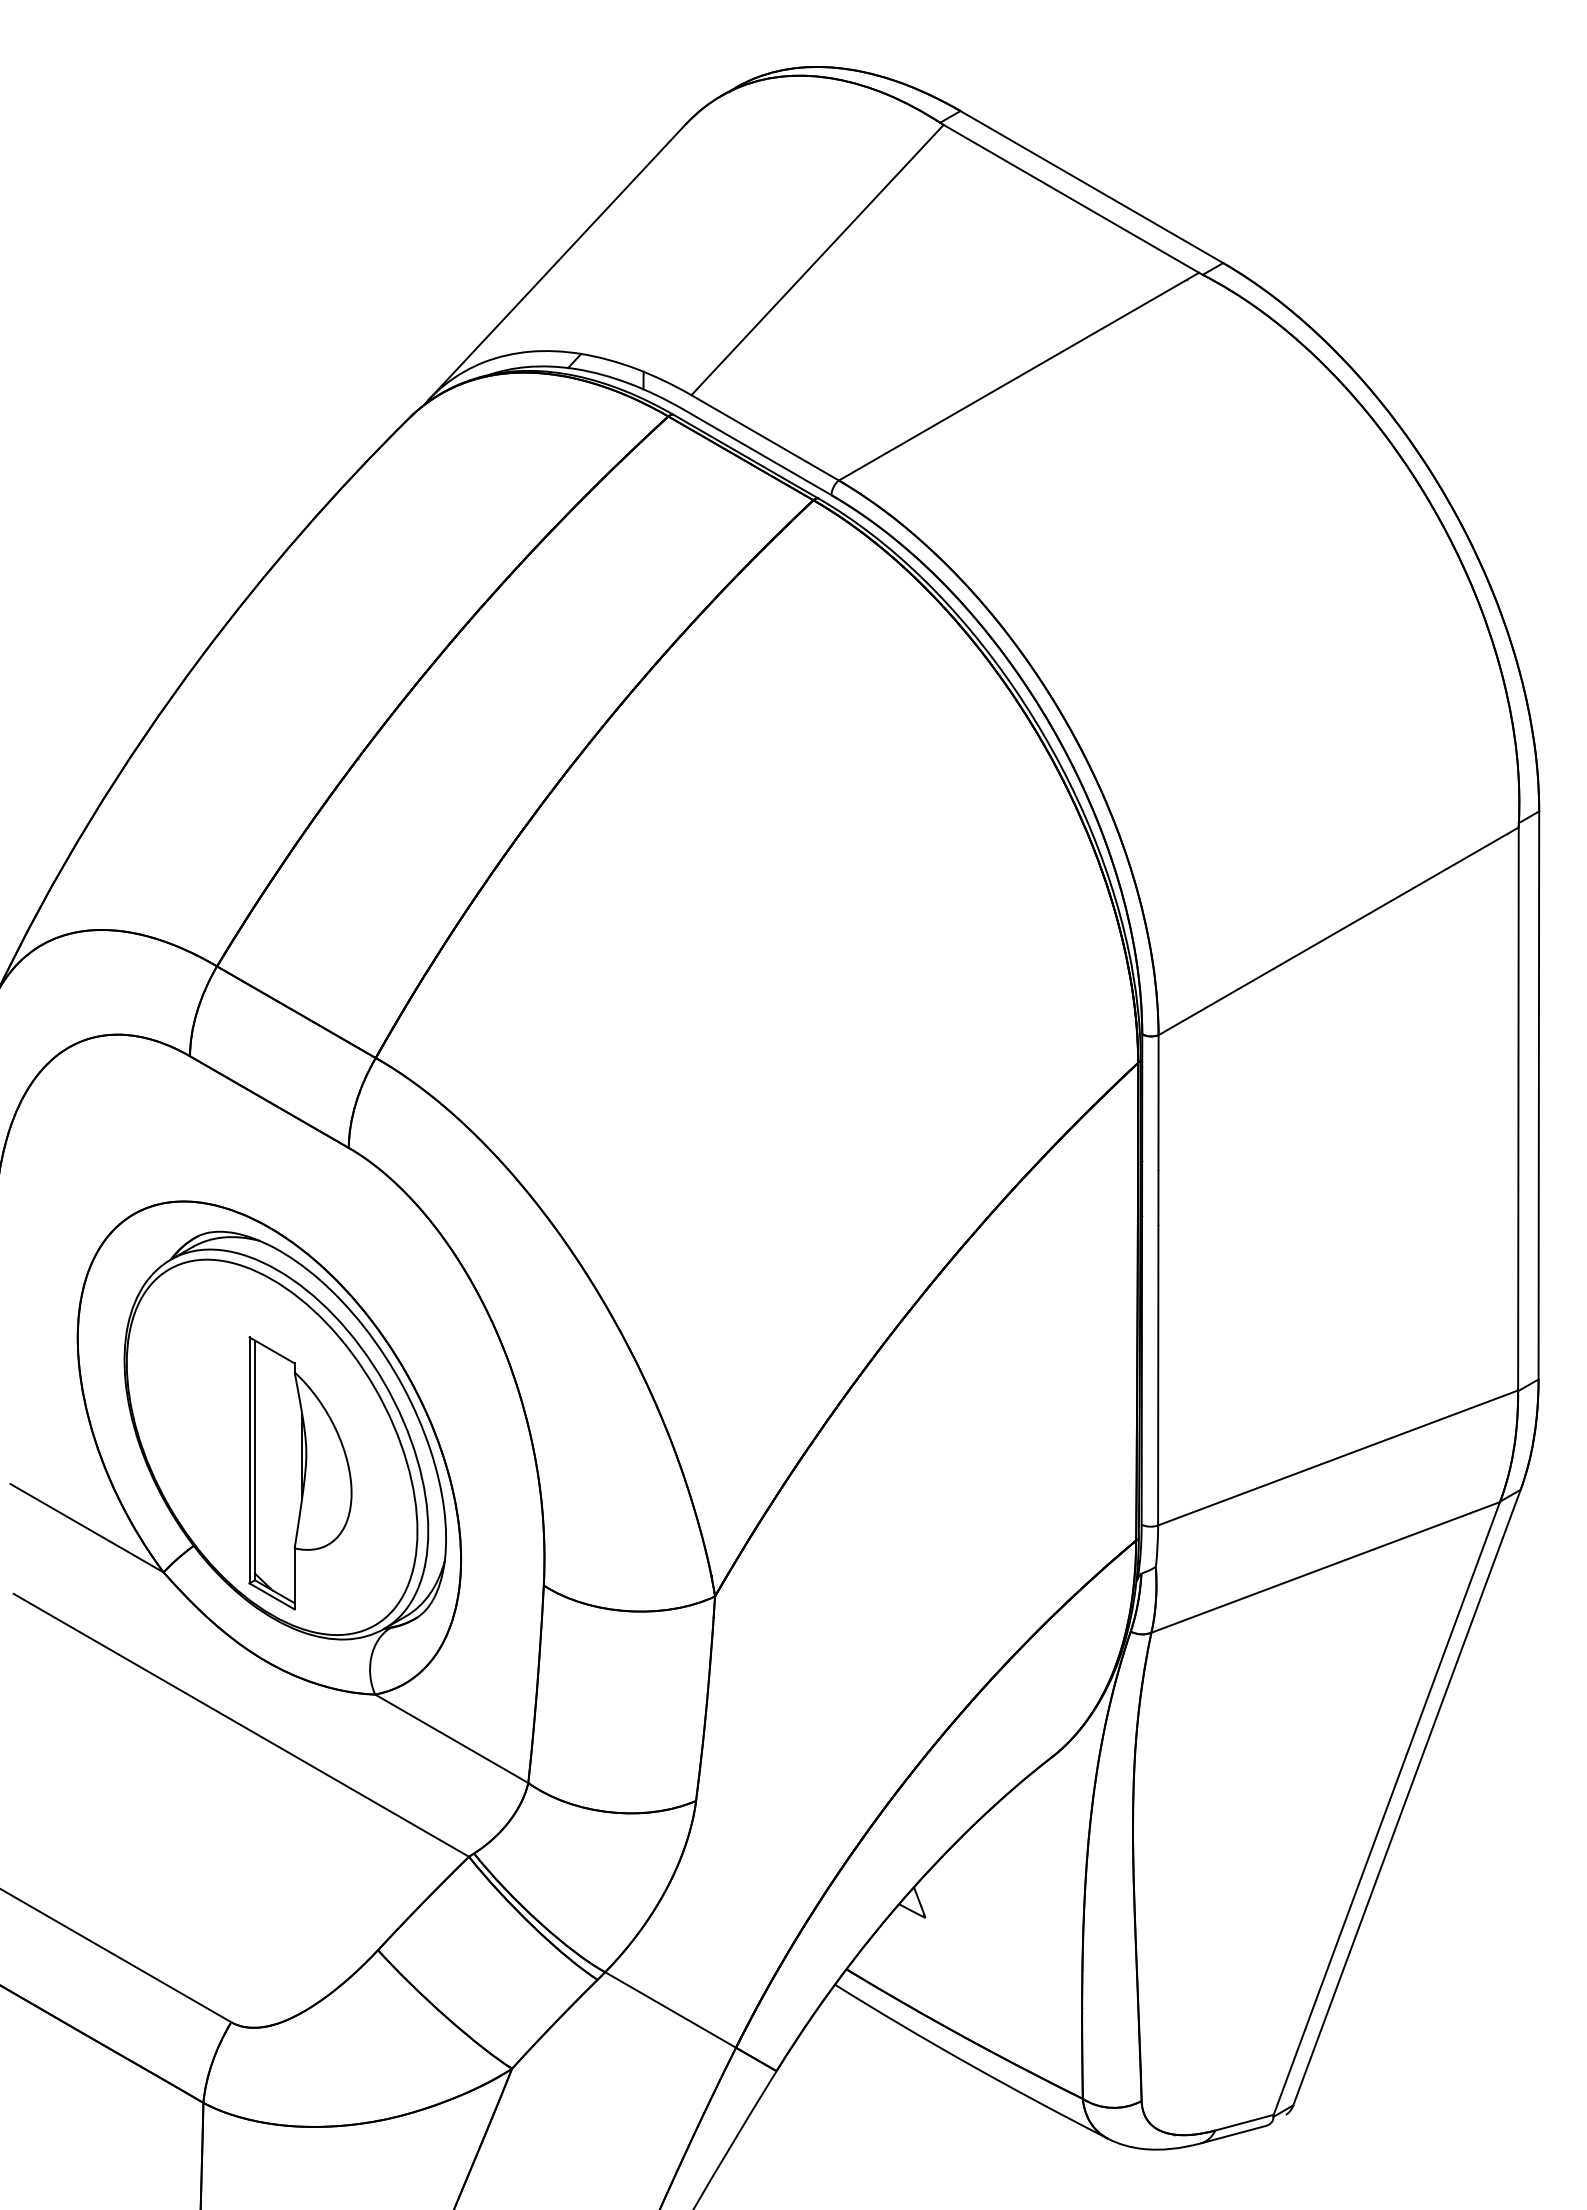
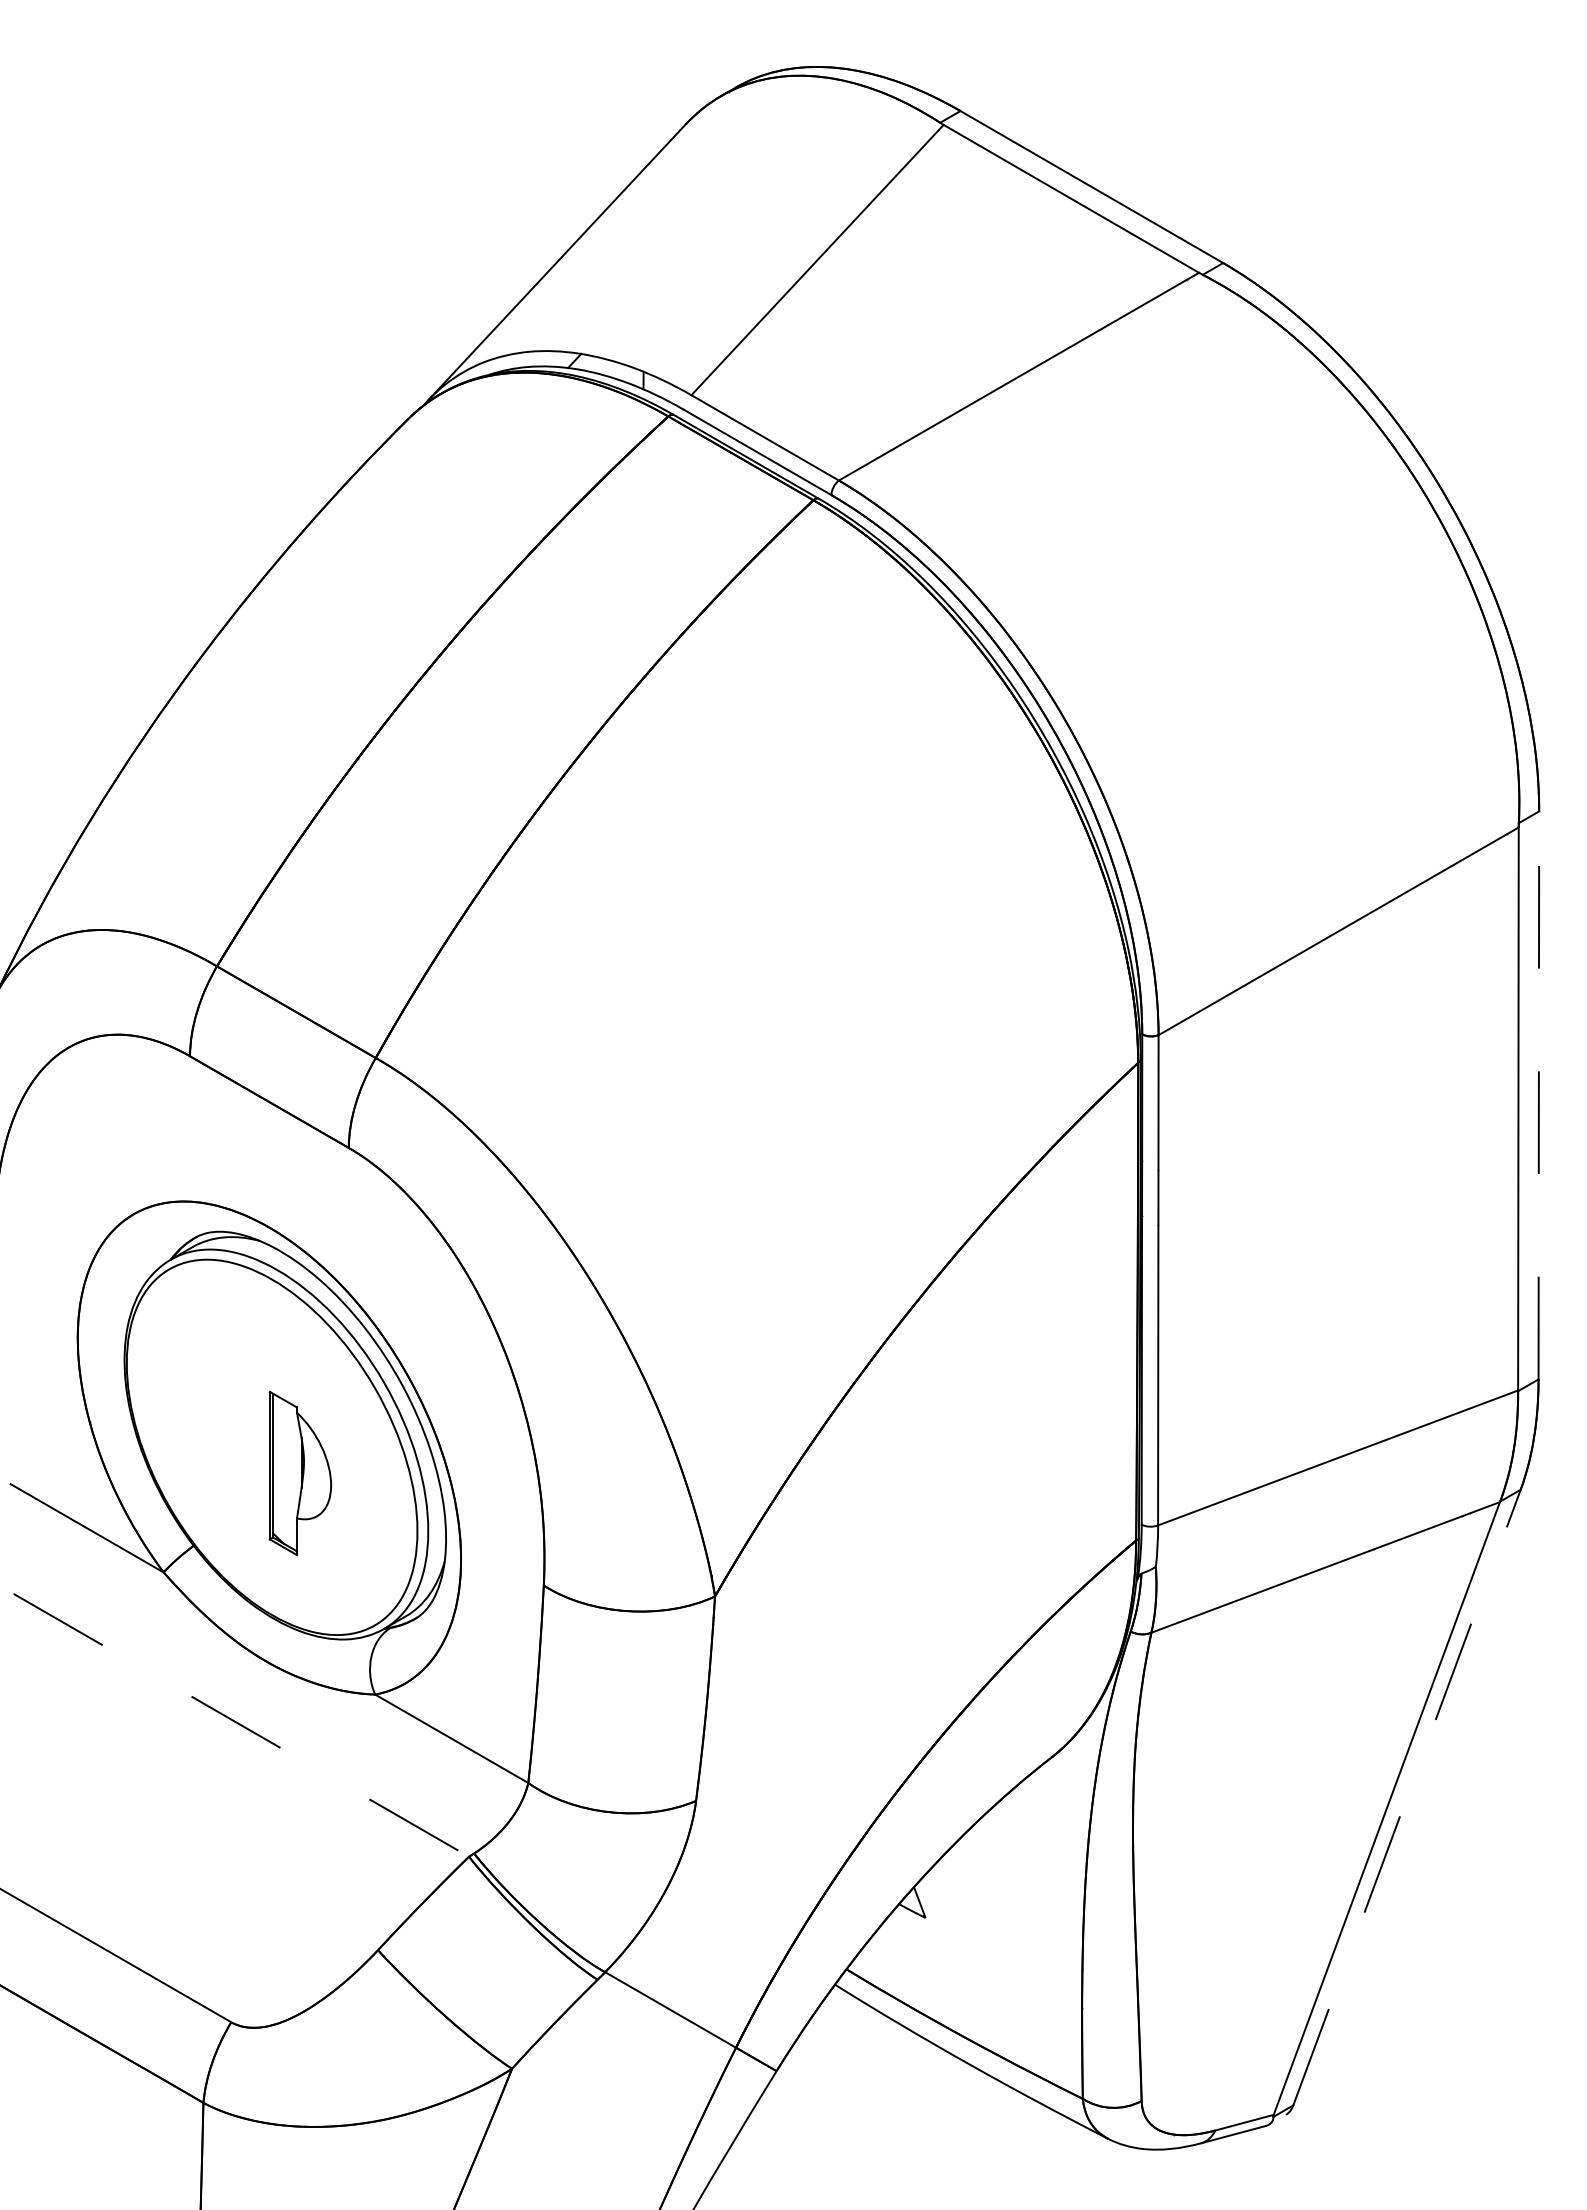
line at (1538, 1095): solid -> dashed
part at (300, 1473) size: 105x275 px -> 64x167 px
line at (241, 1725): solid -> dashed
line at (1407, 1797): solid -> dashed
